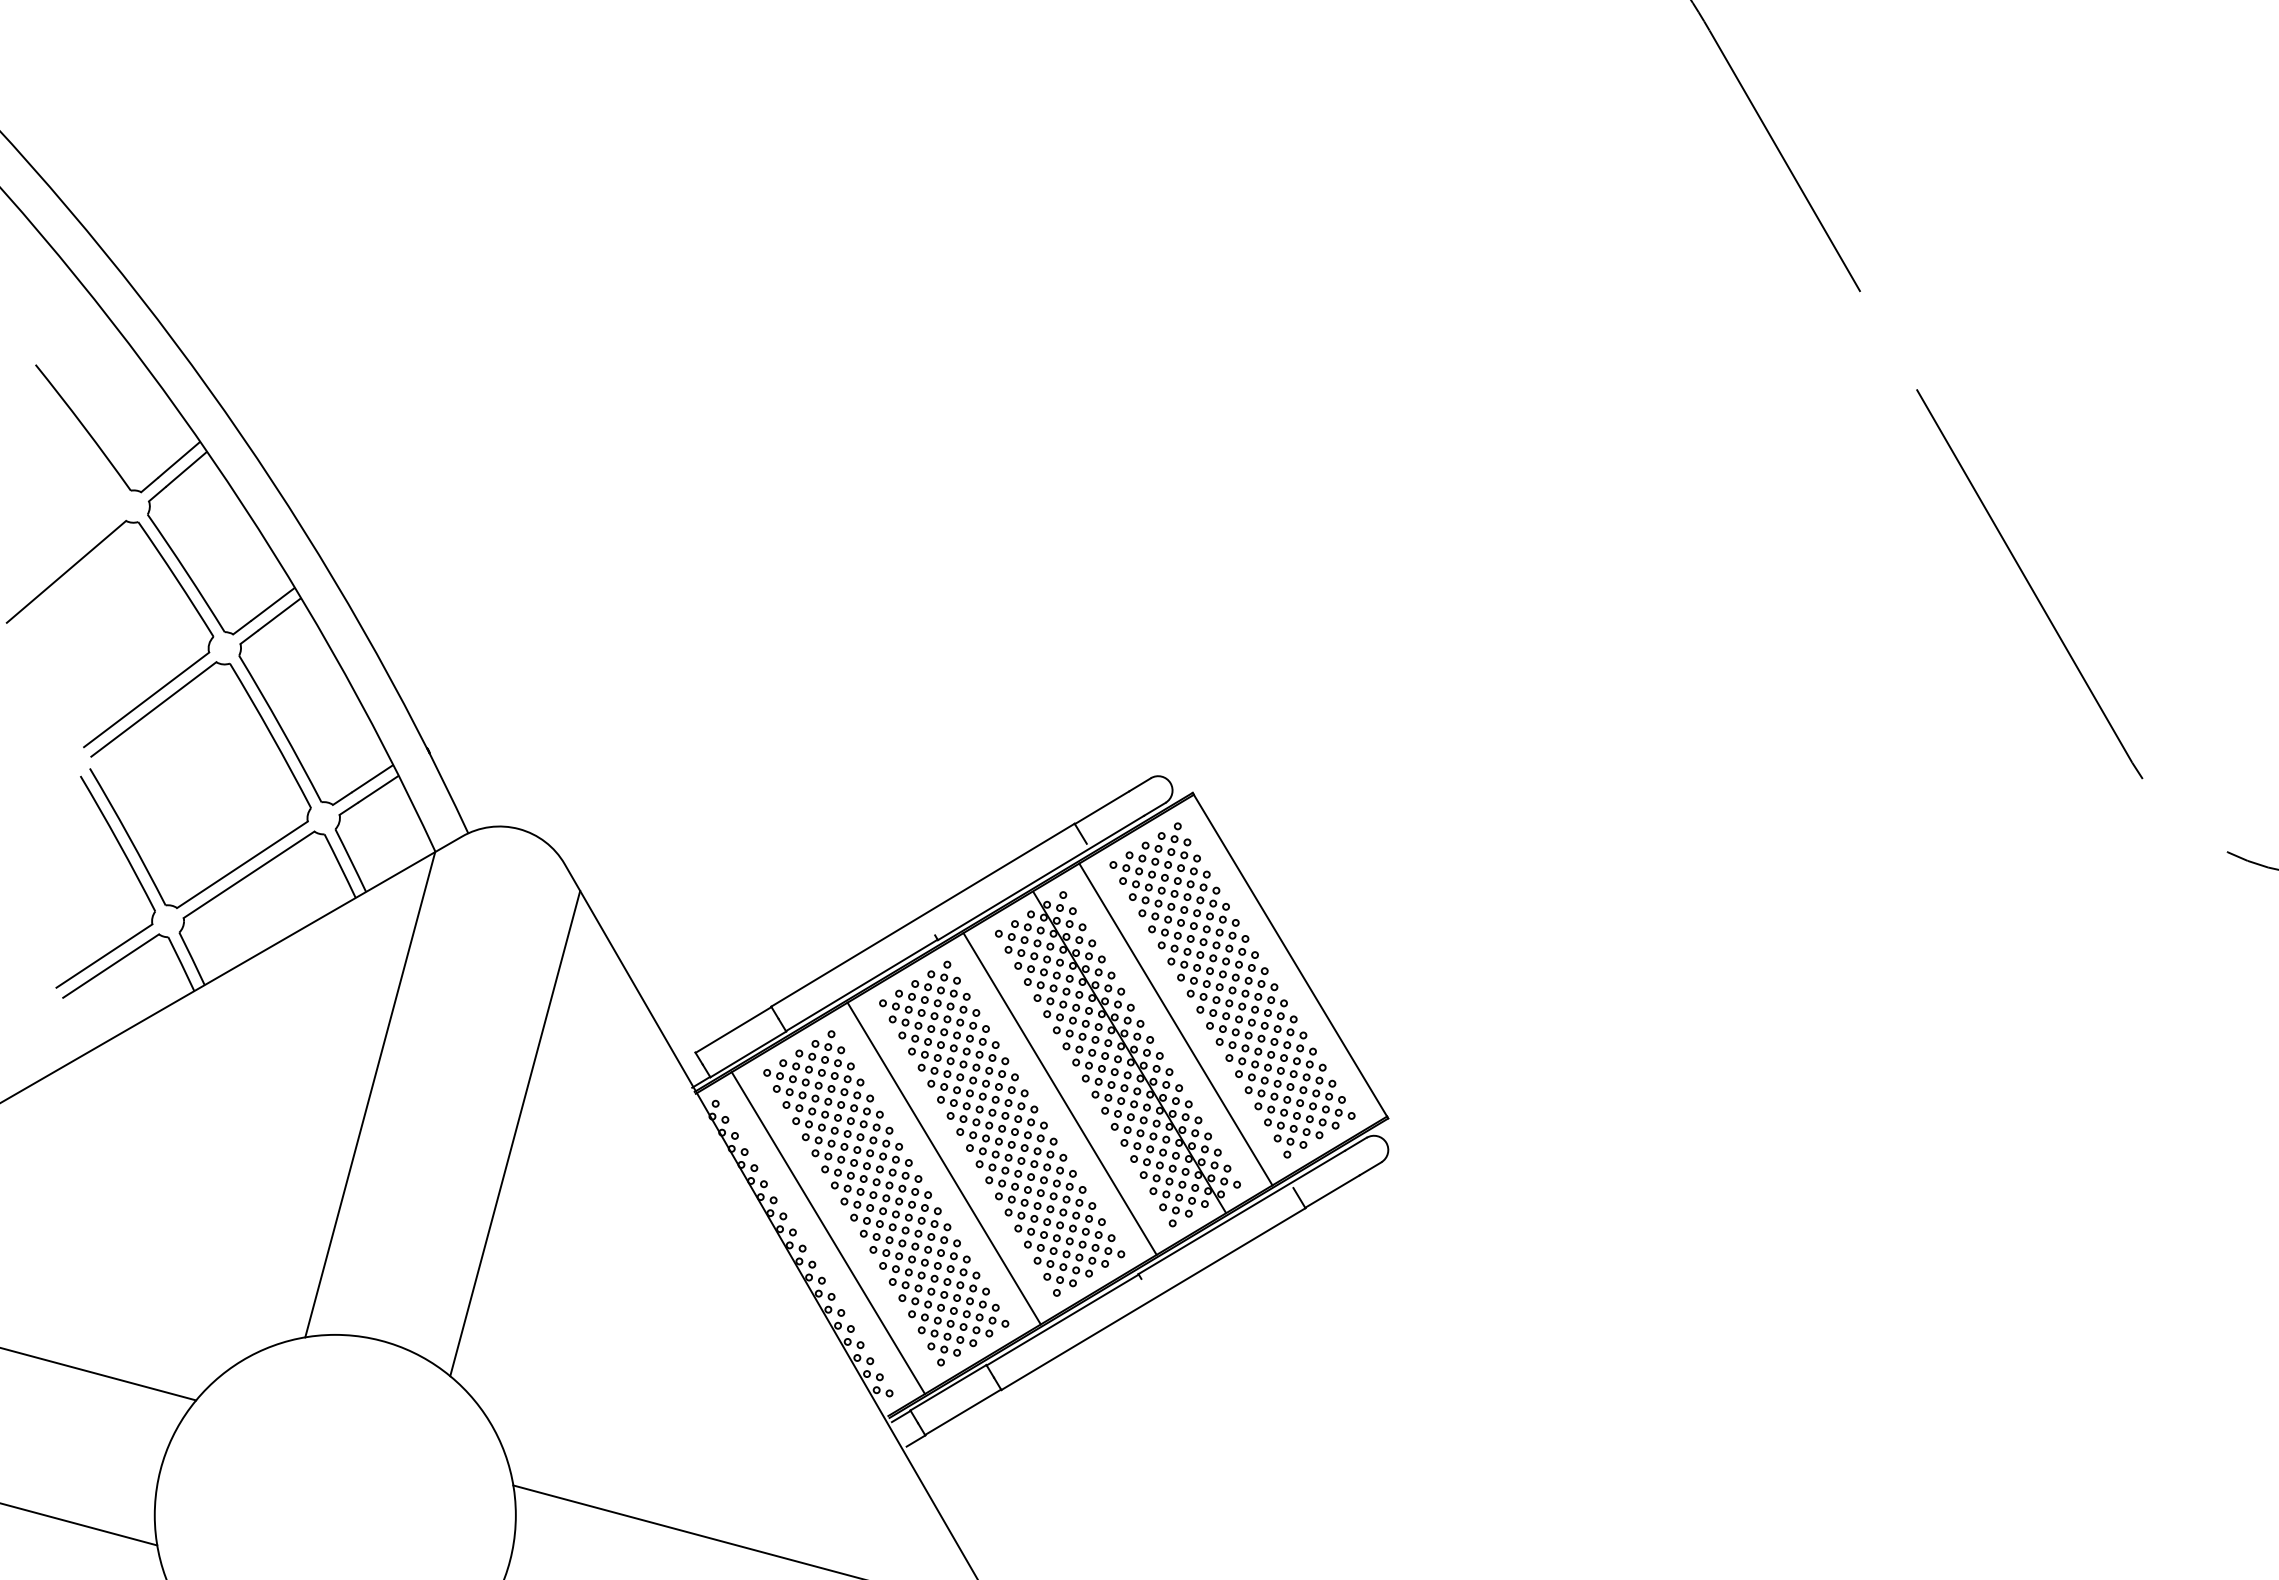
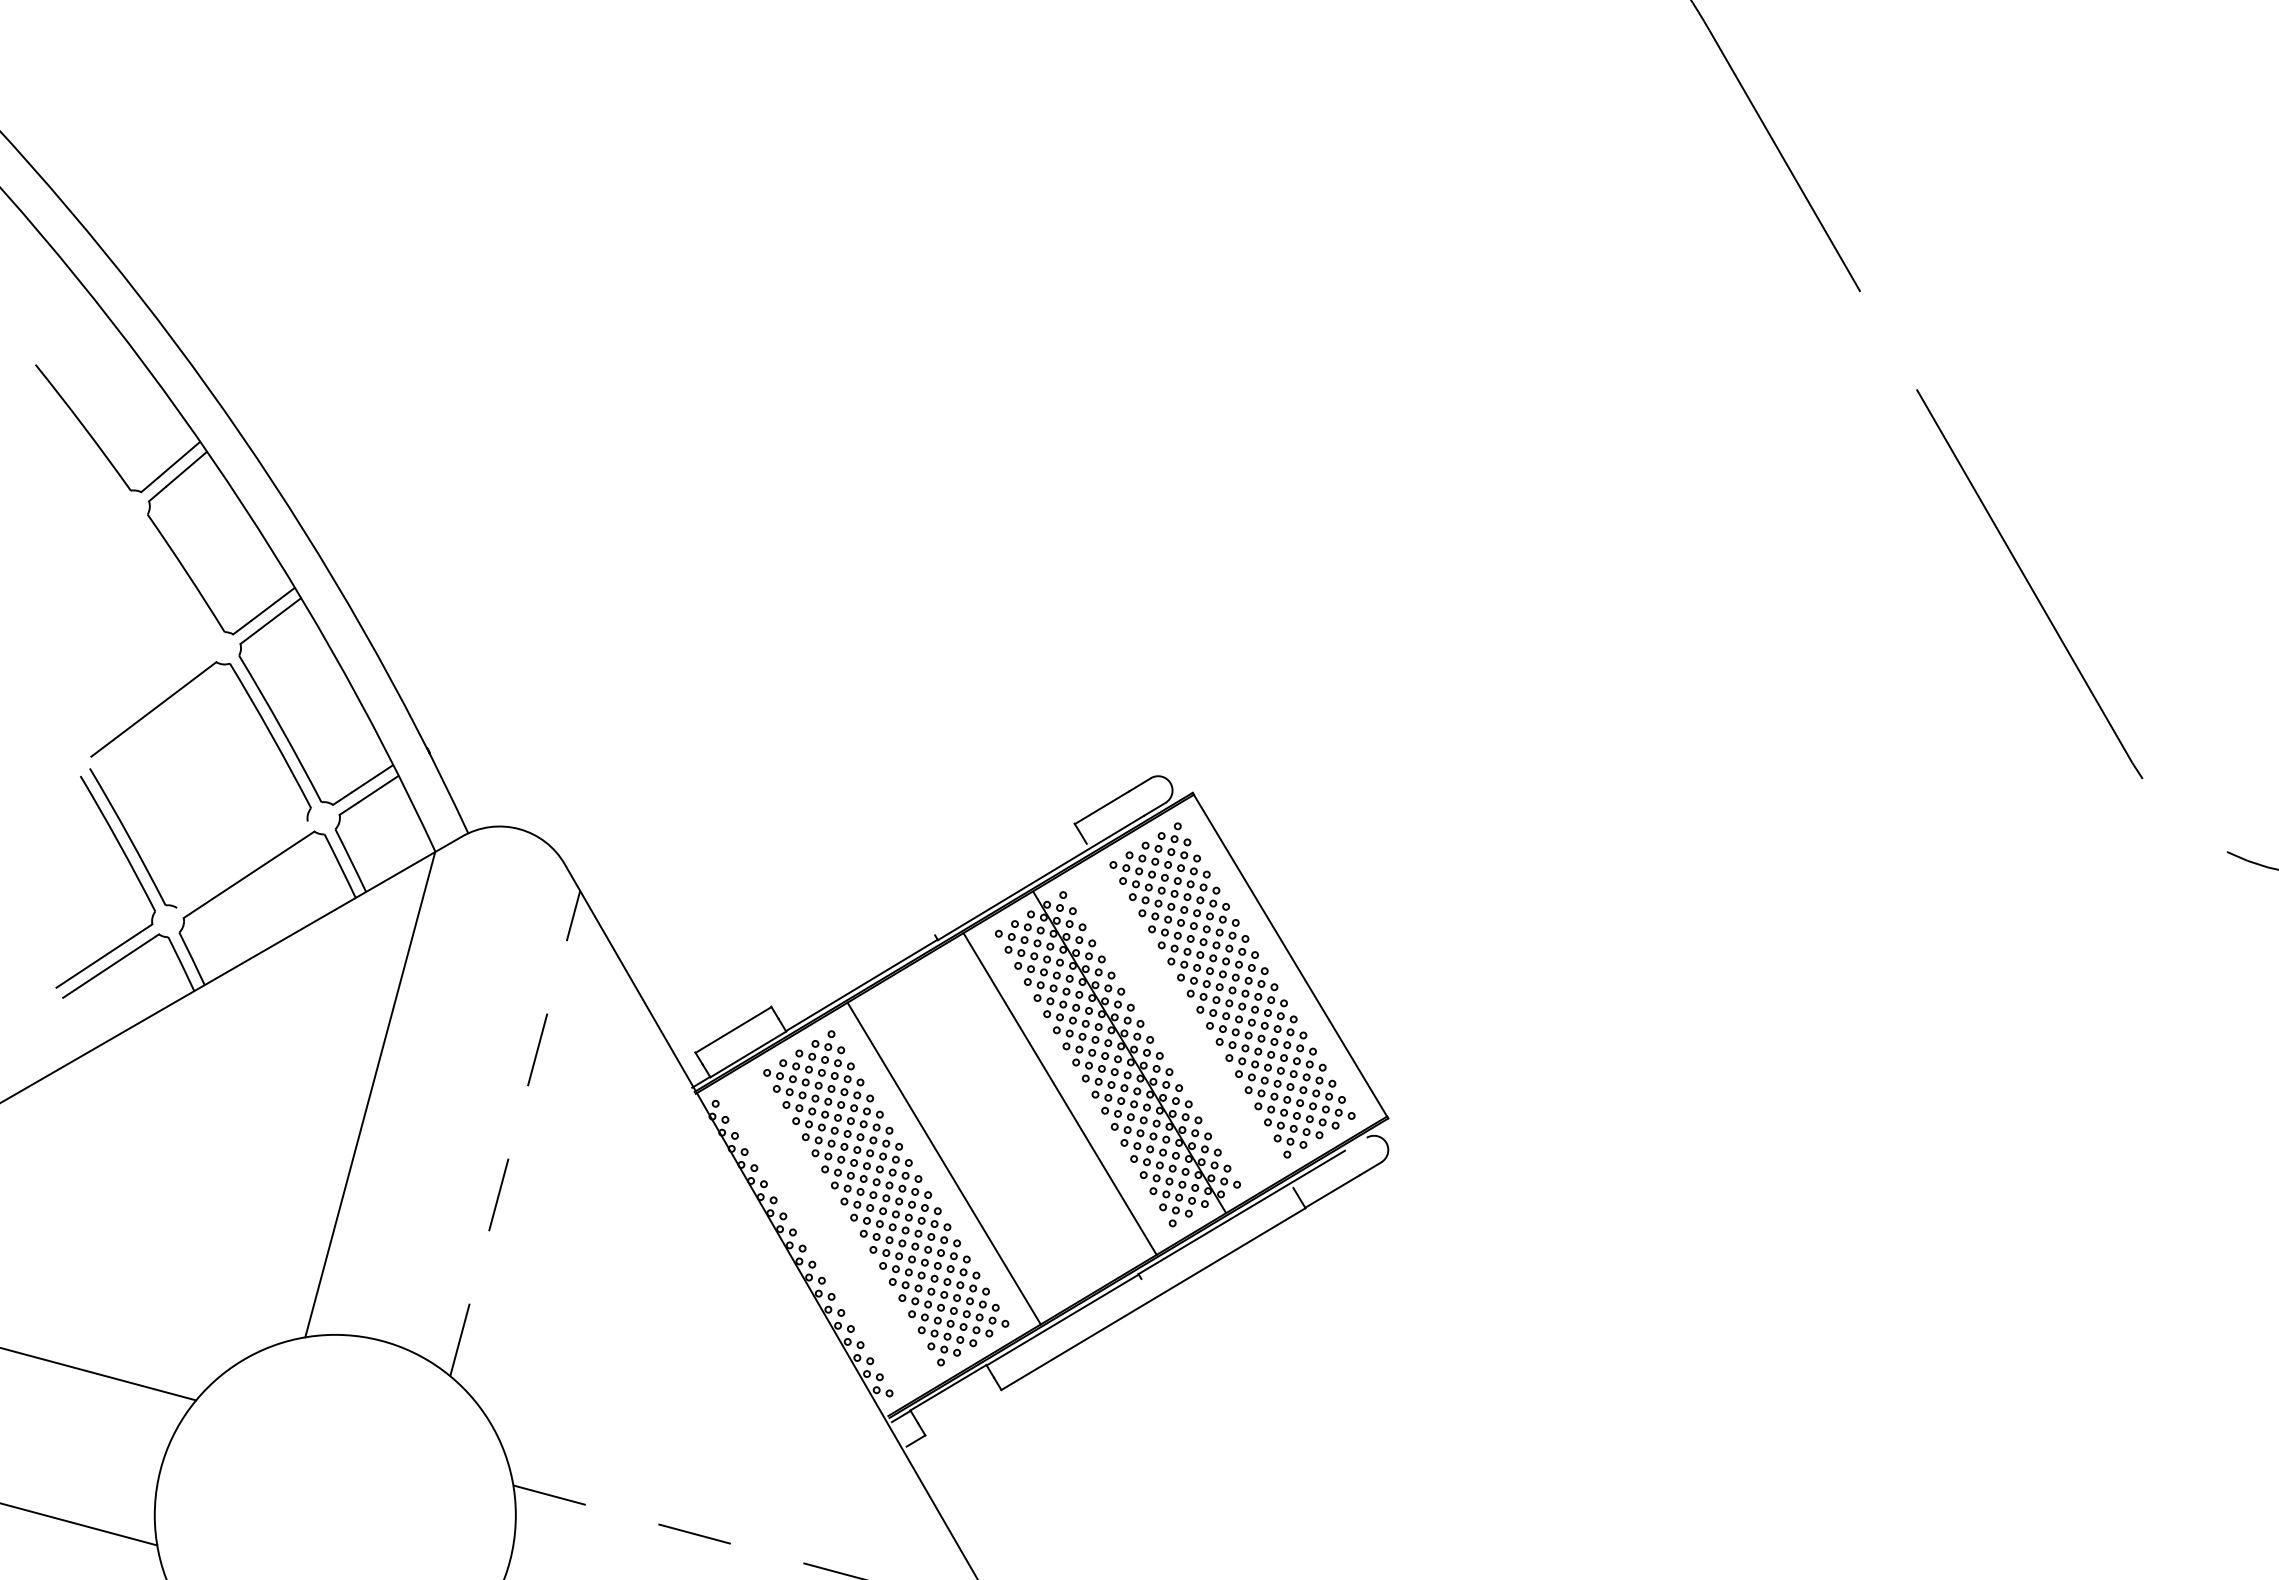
part at (59, 579): present -> none
line at (242, 864): present -> none
line at (922, 914): present -> none
line at (1175, 1024): present -> none
part at (1002, 1128): present -> none
line at (515, 1133): solid -> dashed
line at (1355, 1143): present -> none
line at (827, 1233): present -> none
line at (963, 1412): present -> none
line at (689, 1532): solid -> dashed
